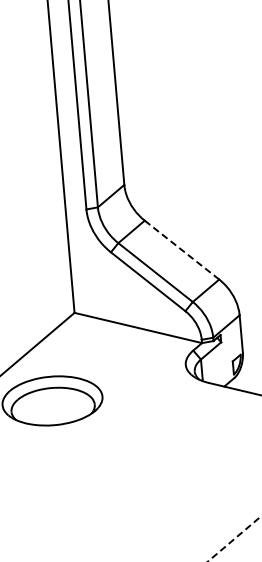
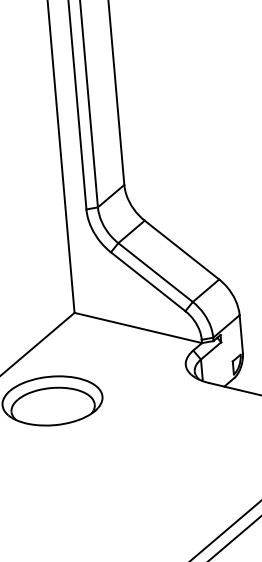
line at (182, 250): dashed -> solid
line at (225, 530): none -> present
line at (234, 539): dashed -> solid
